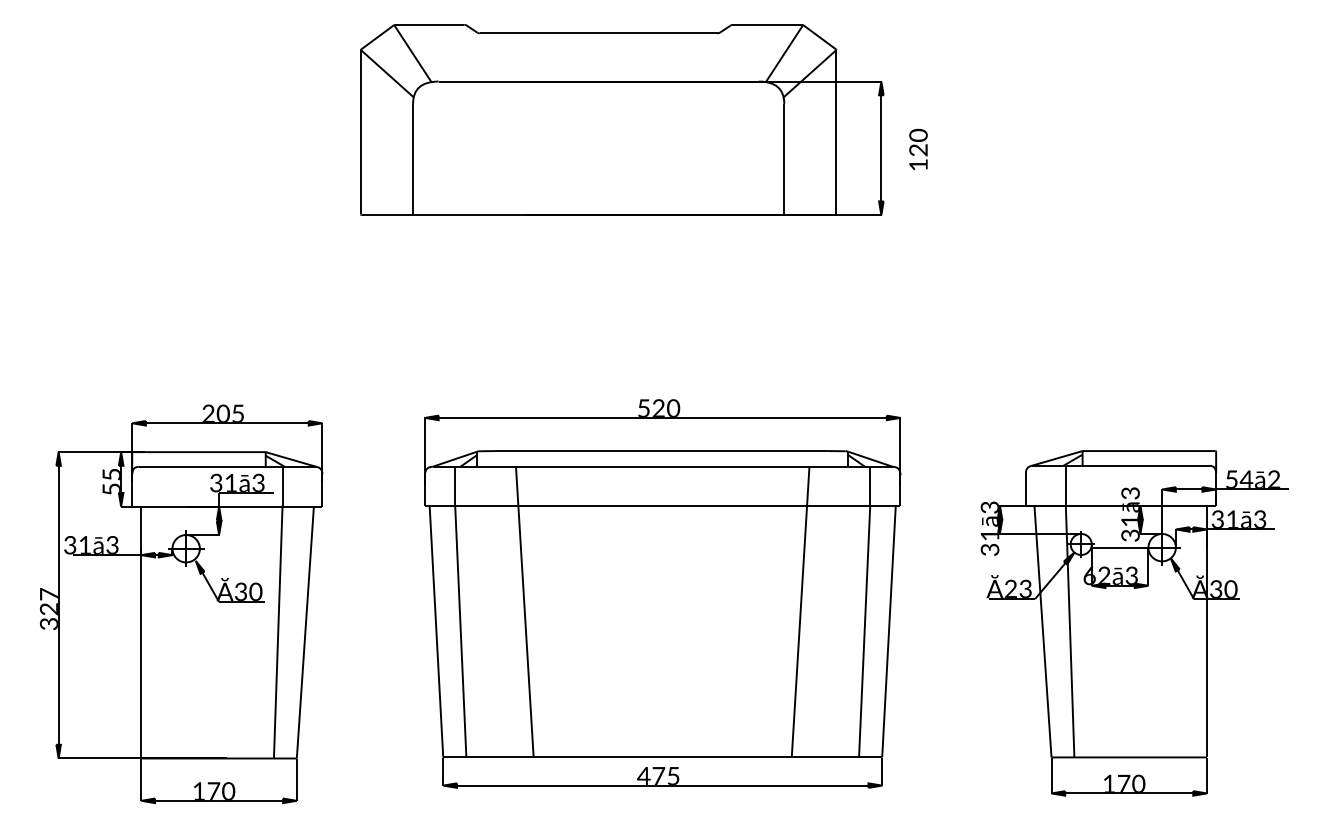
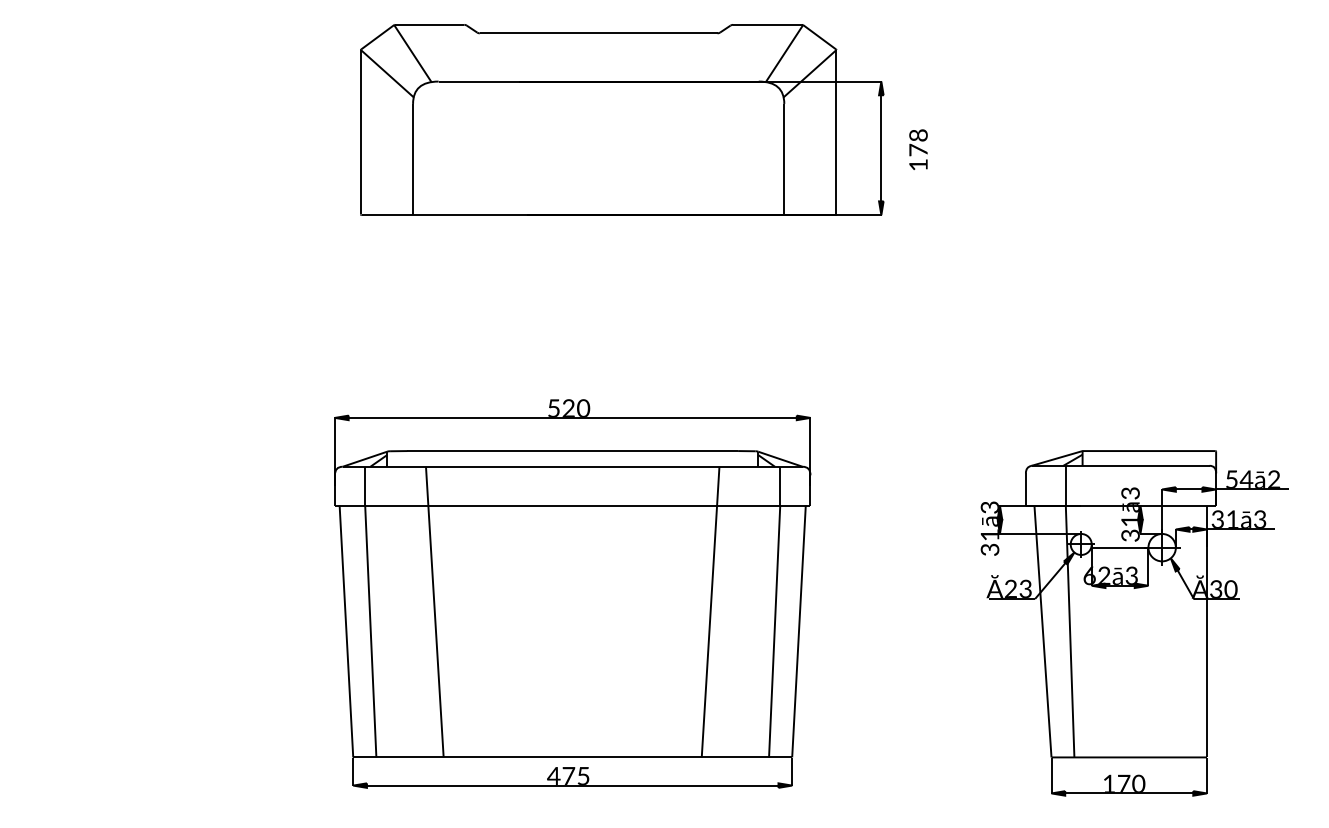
text at (918, 142): 120 -> 178
part at (662, 593) position: (662, 593) -> (572, 593)
part at (181, 604): present -> none
